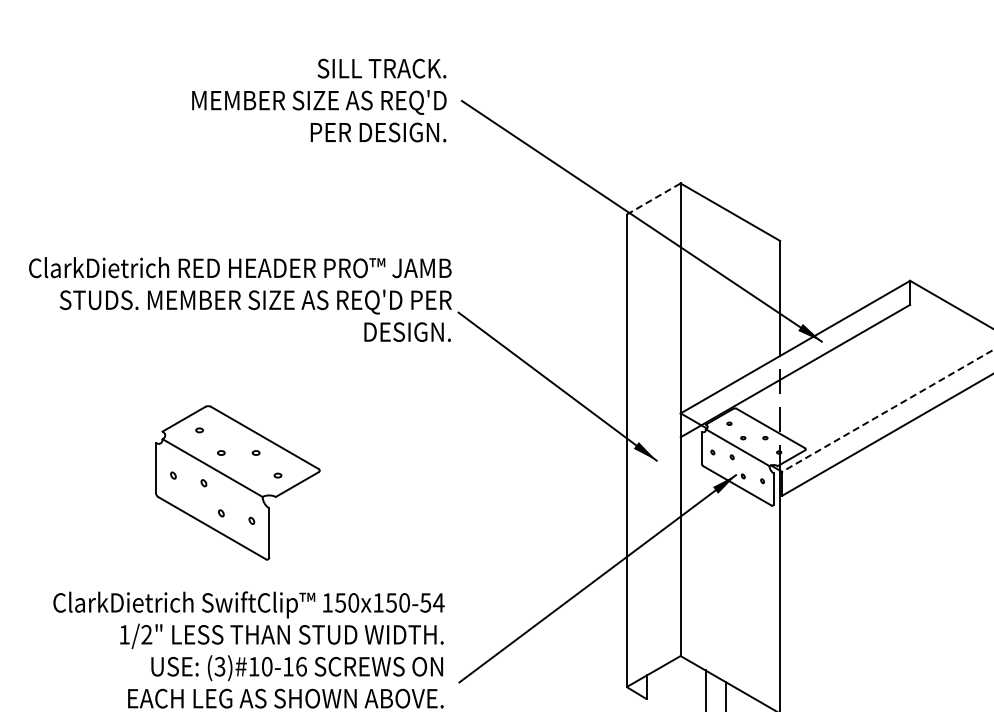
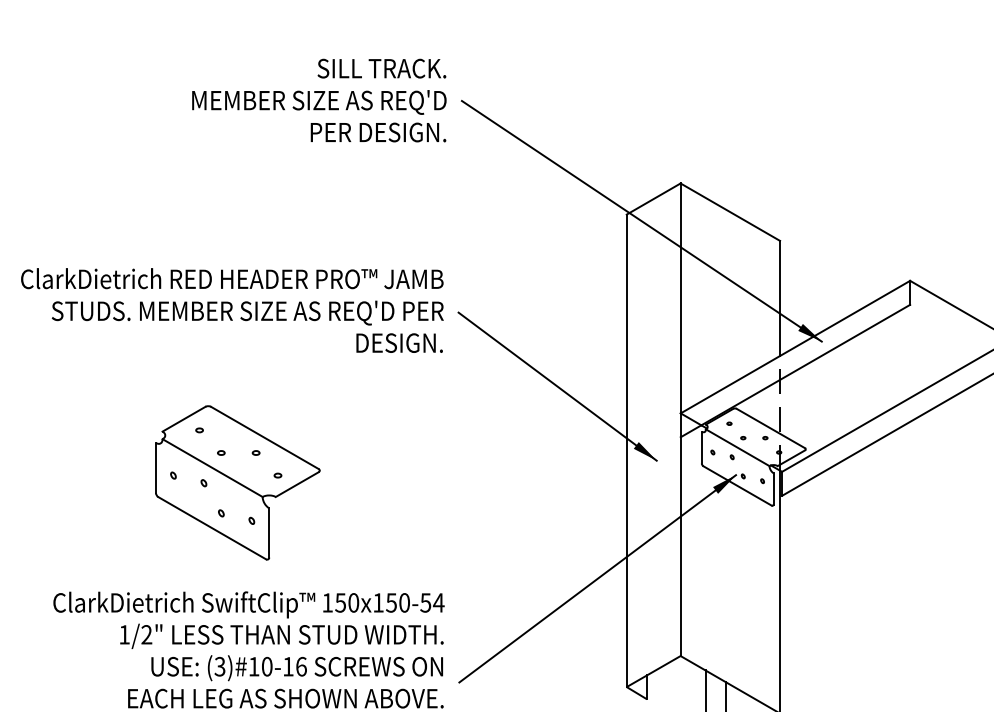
line at (654, 198): dashed -> solid
text at (240, 299) position: (240, 299) -> (232, 310)
line at (887, 410): dashed -> solid
